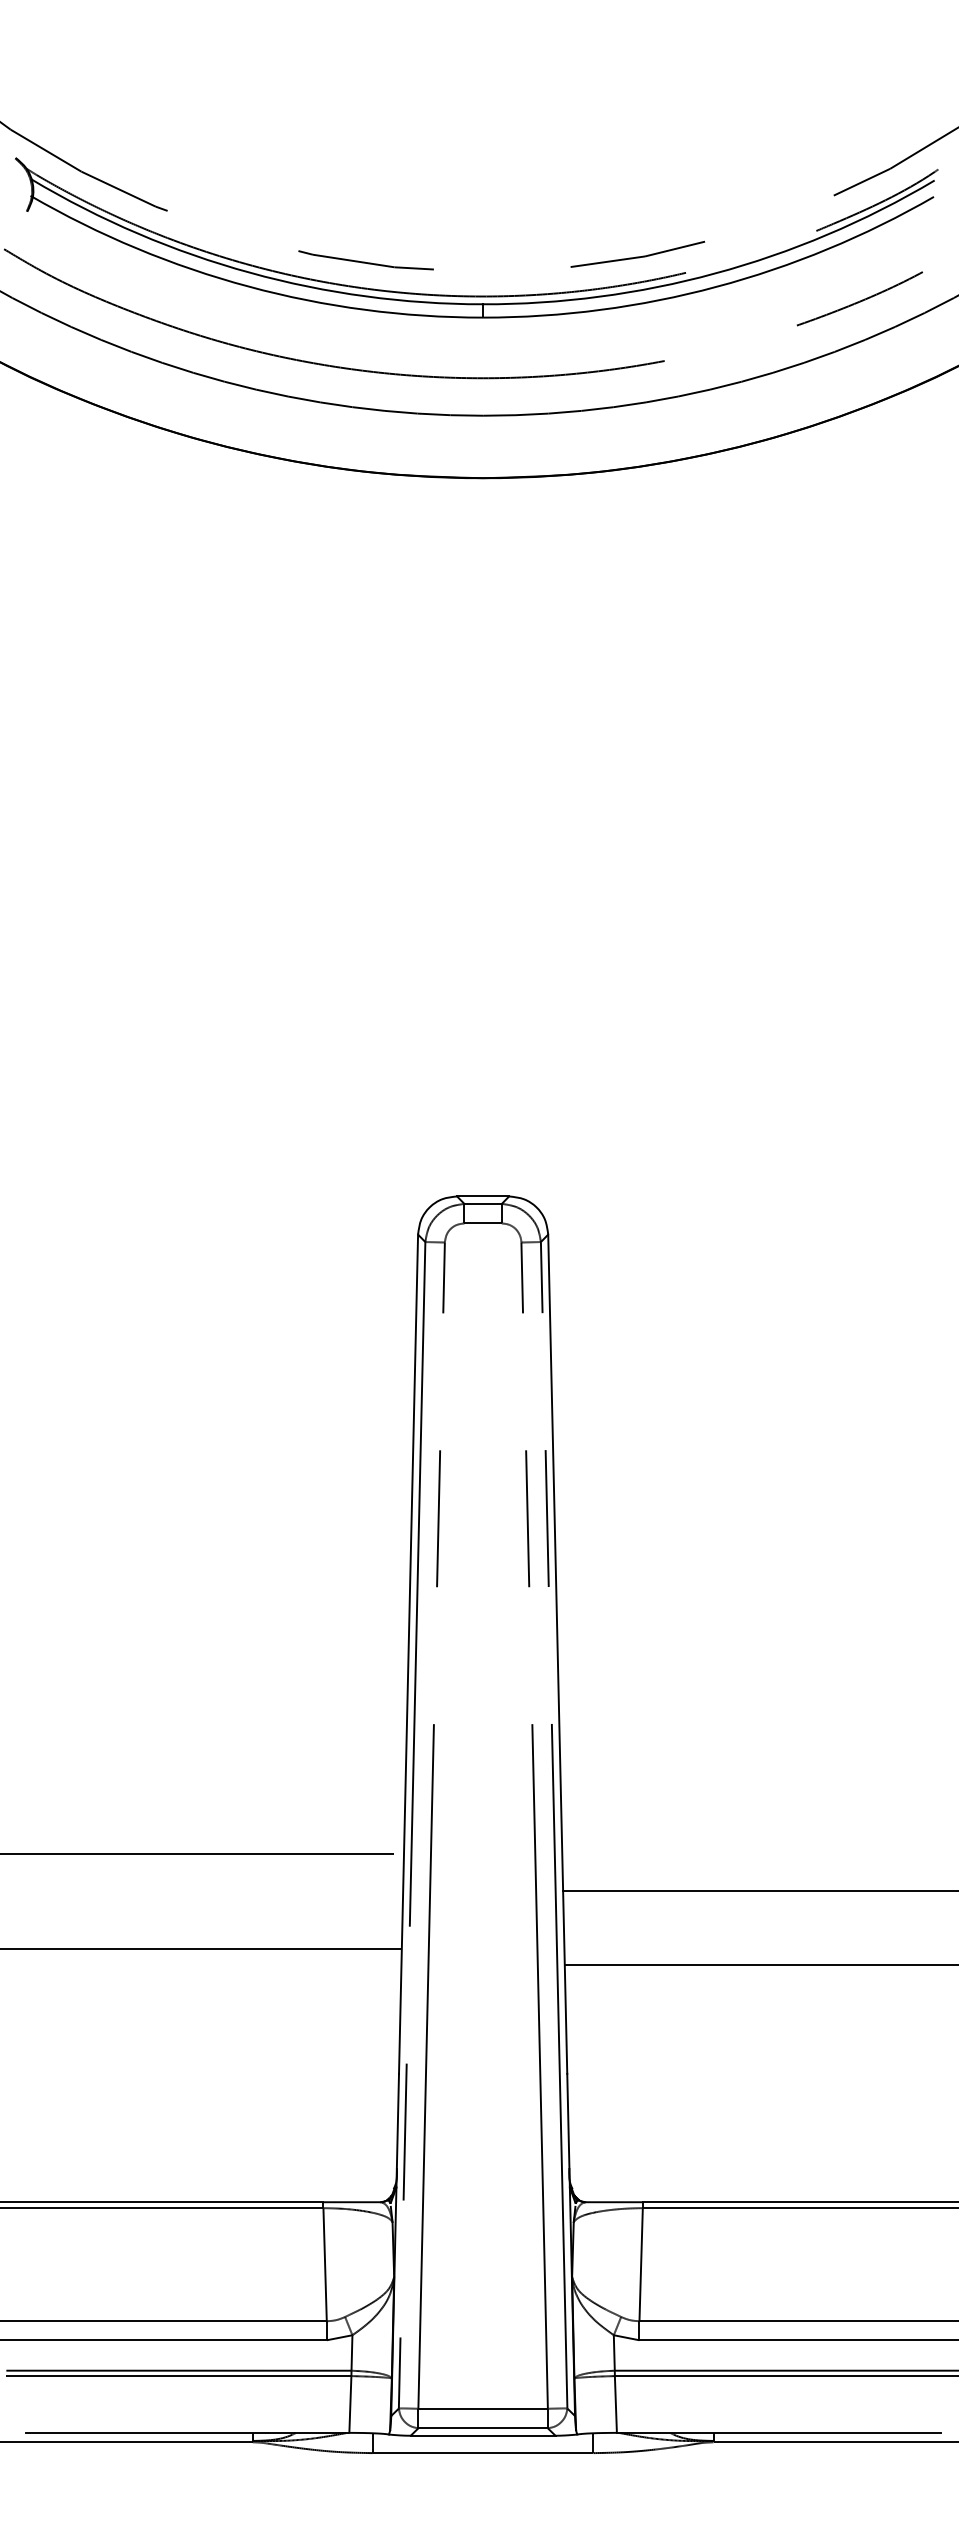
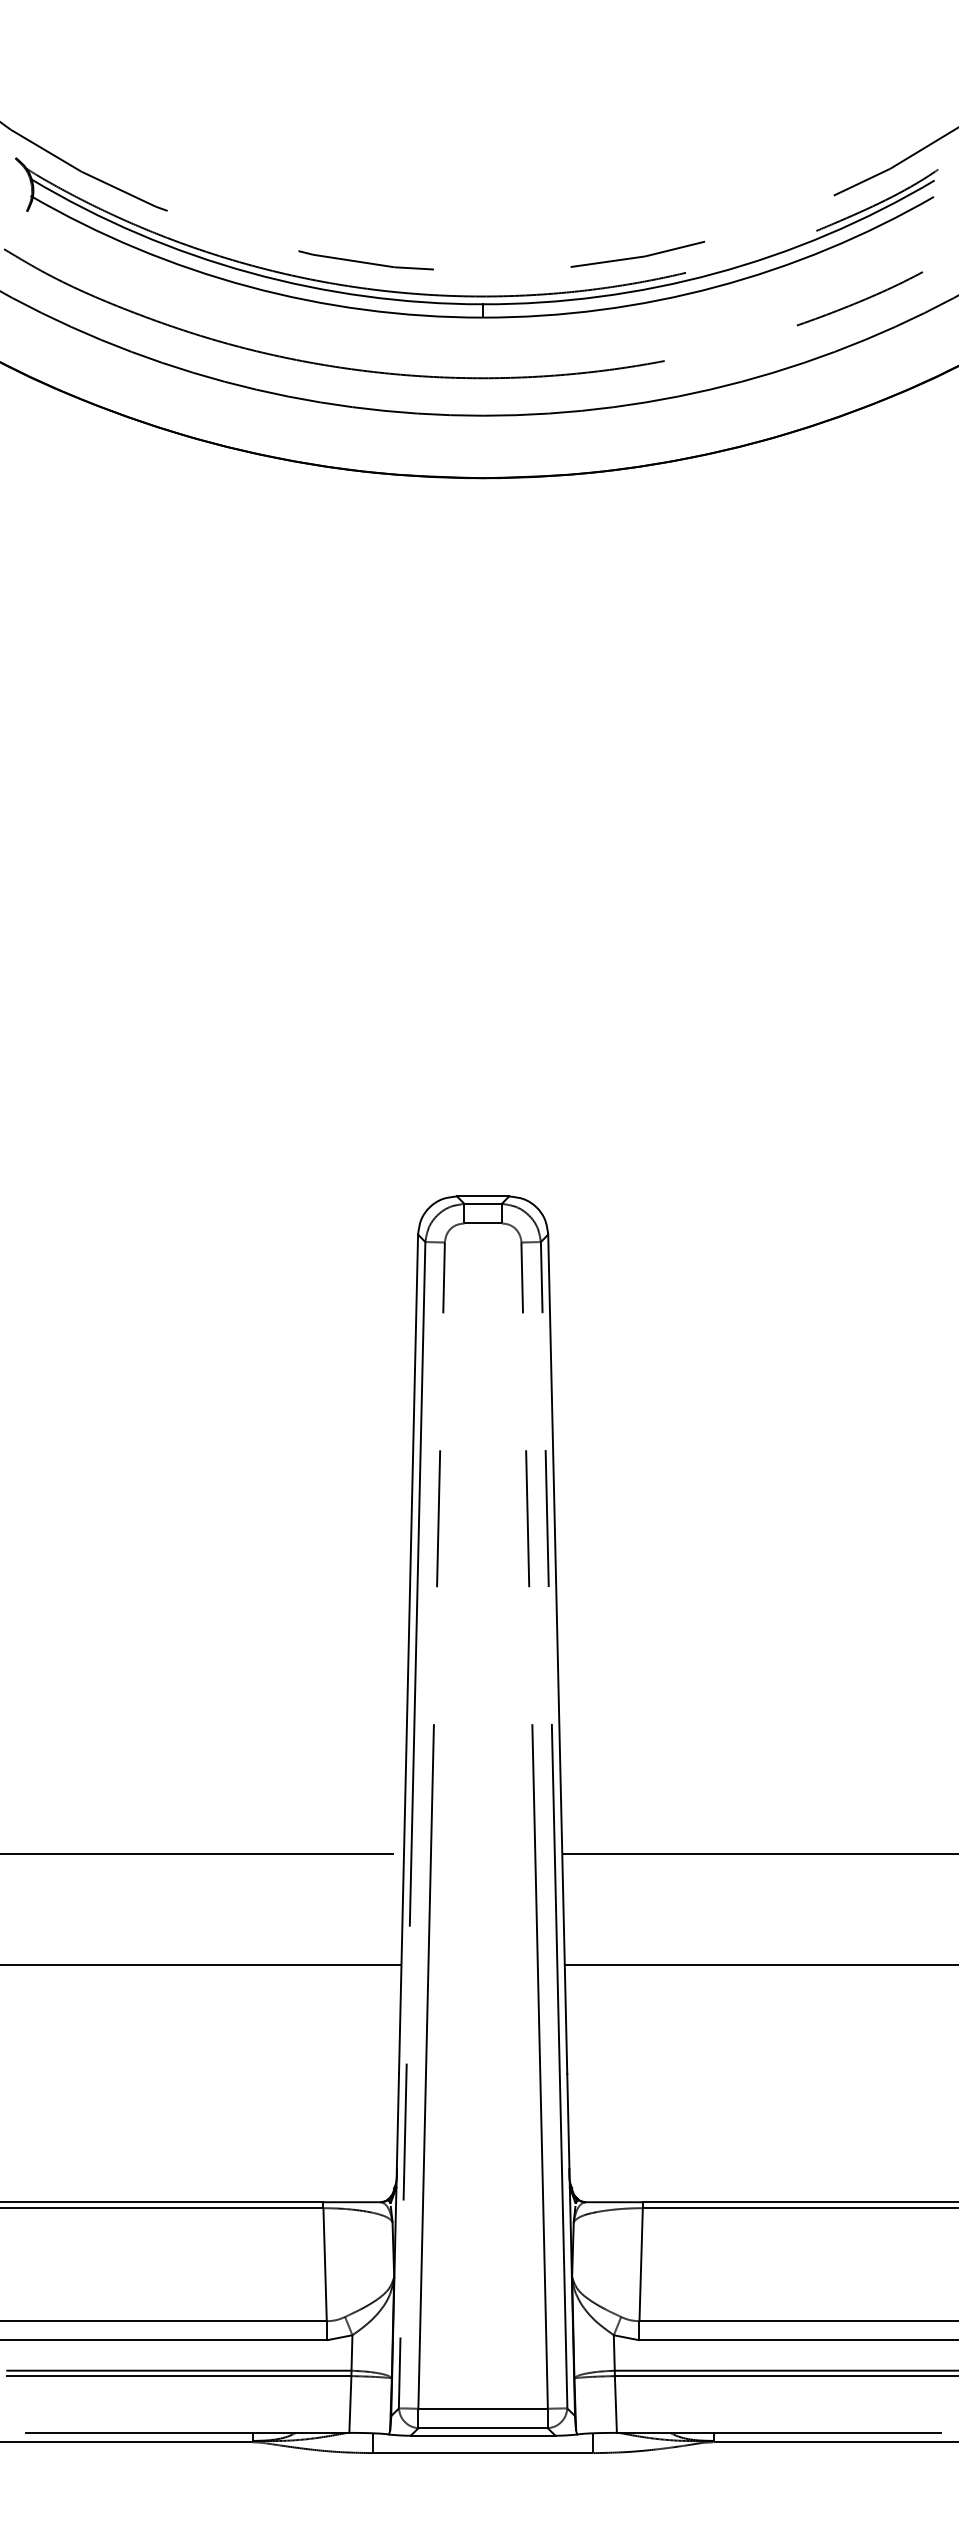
line at (758, 1891) position: (758, 1891) -> (758, 1854)
line at (201, 1948) position: (201, 1948) -> (201, 1964)
